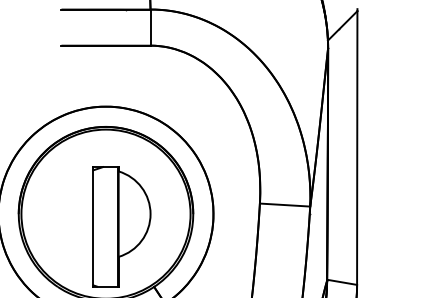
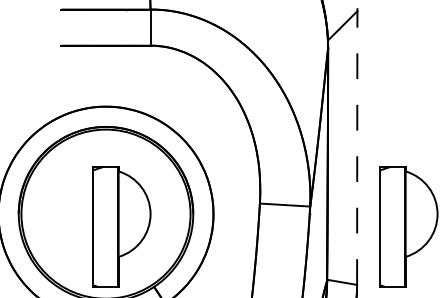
line at (357, 148): solid -> dashed
part at (408, 226): none -> present
